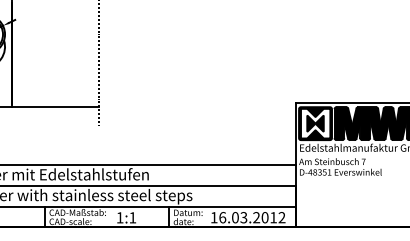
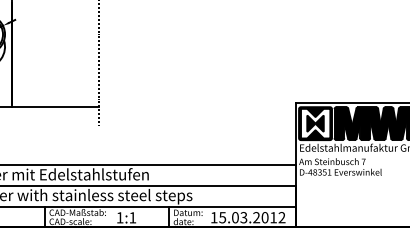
text at (222, 217): 16.03.2012 -> 15.03.2012
